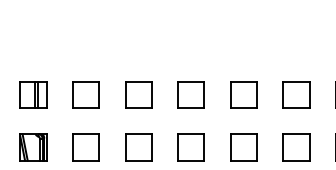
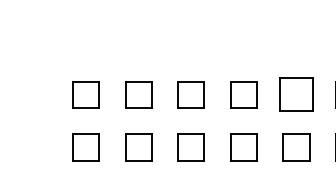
part at (33, 94): present -> none
part at (296, 94) size: 29x28 px -> 35x35 px
part at (33, 147): present -> none
